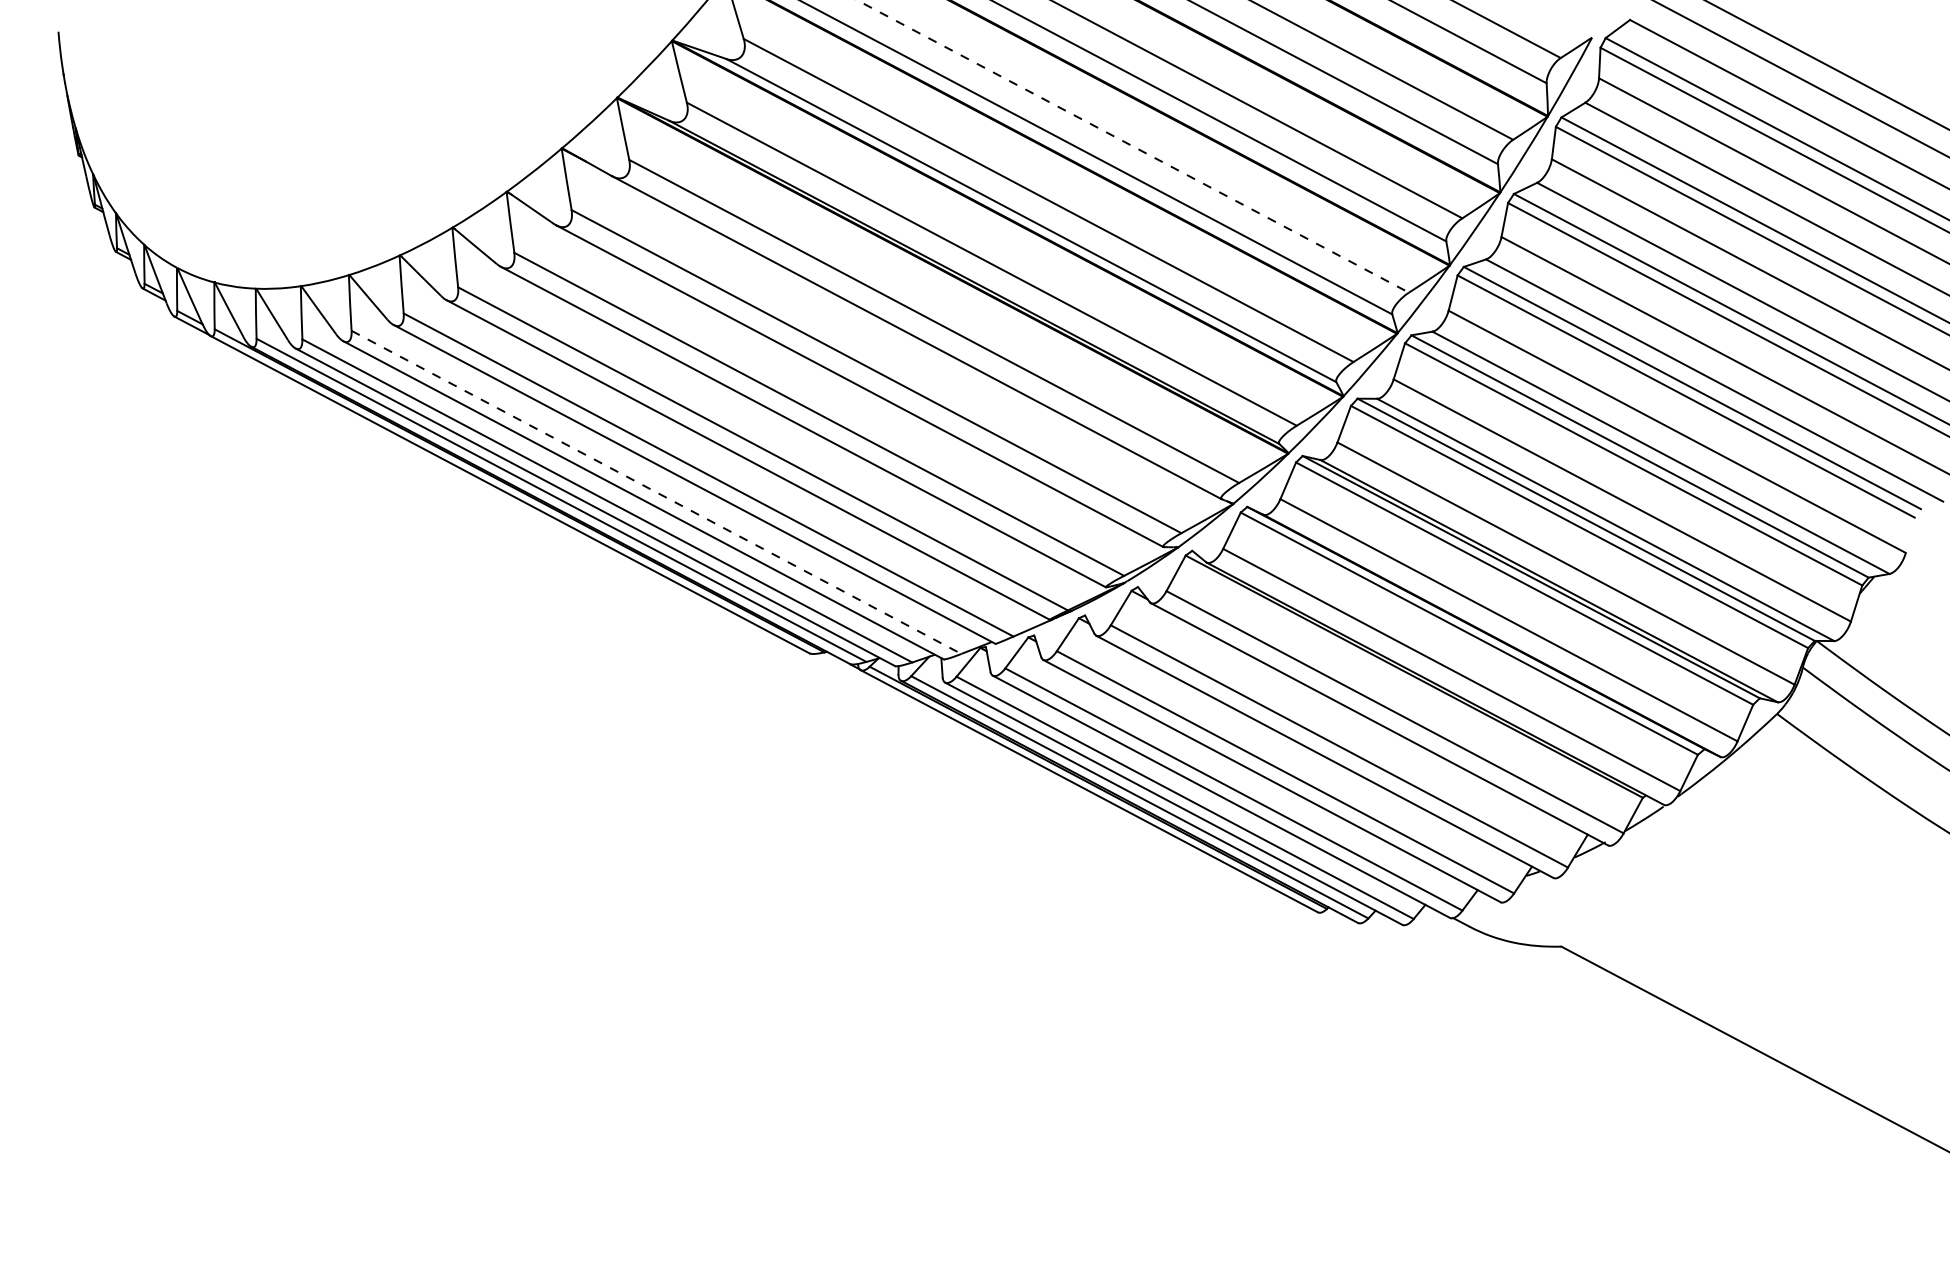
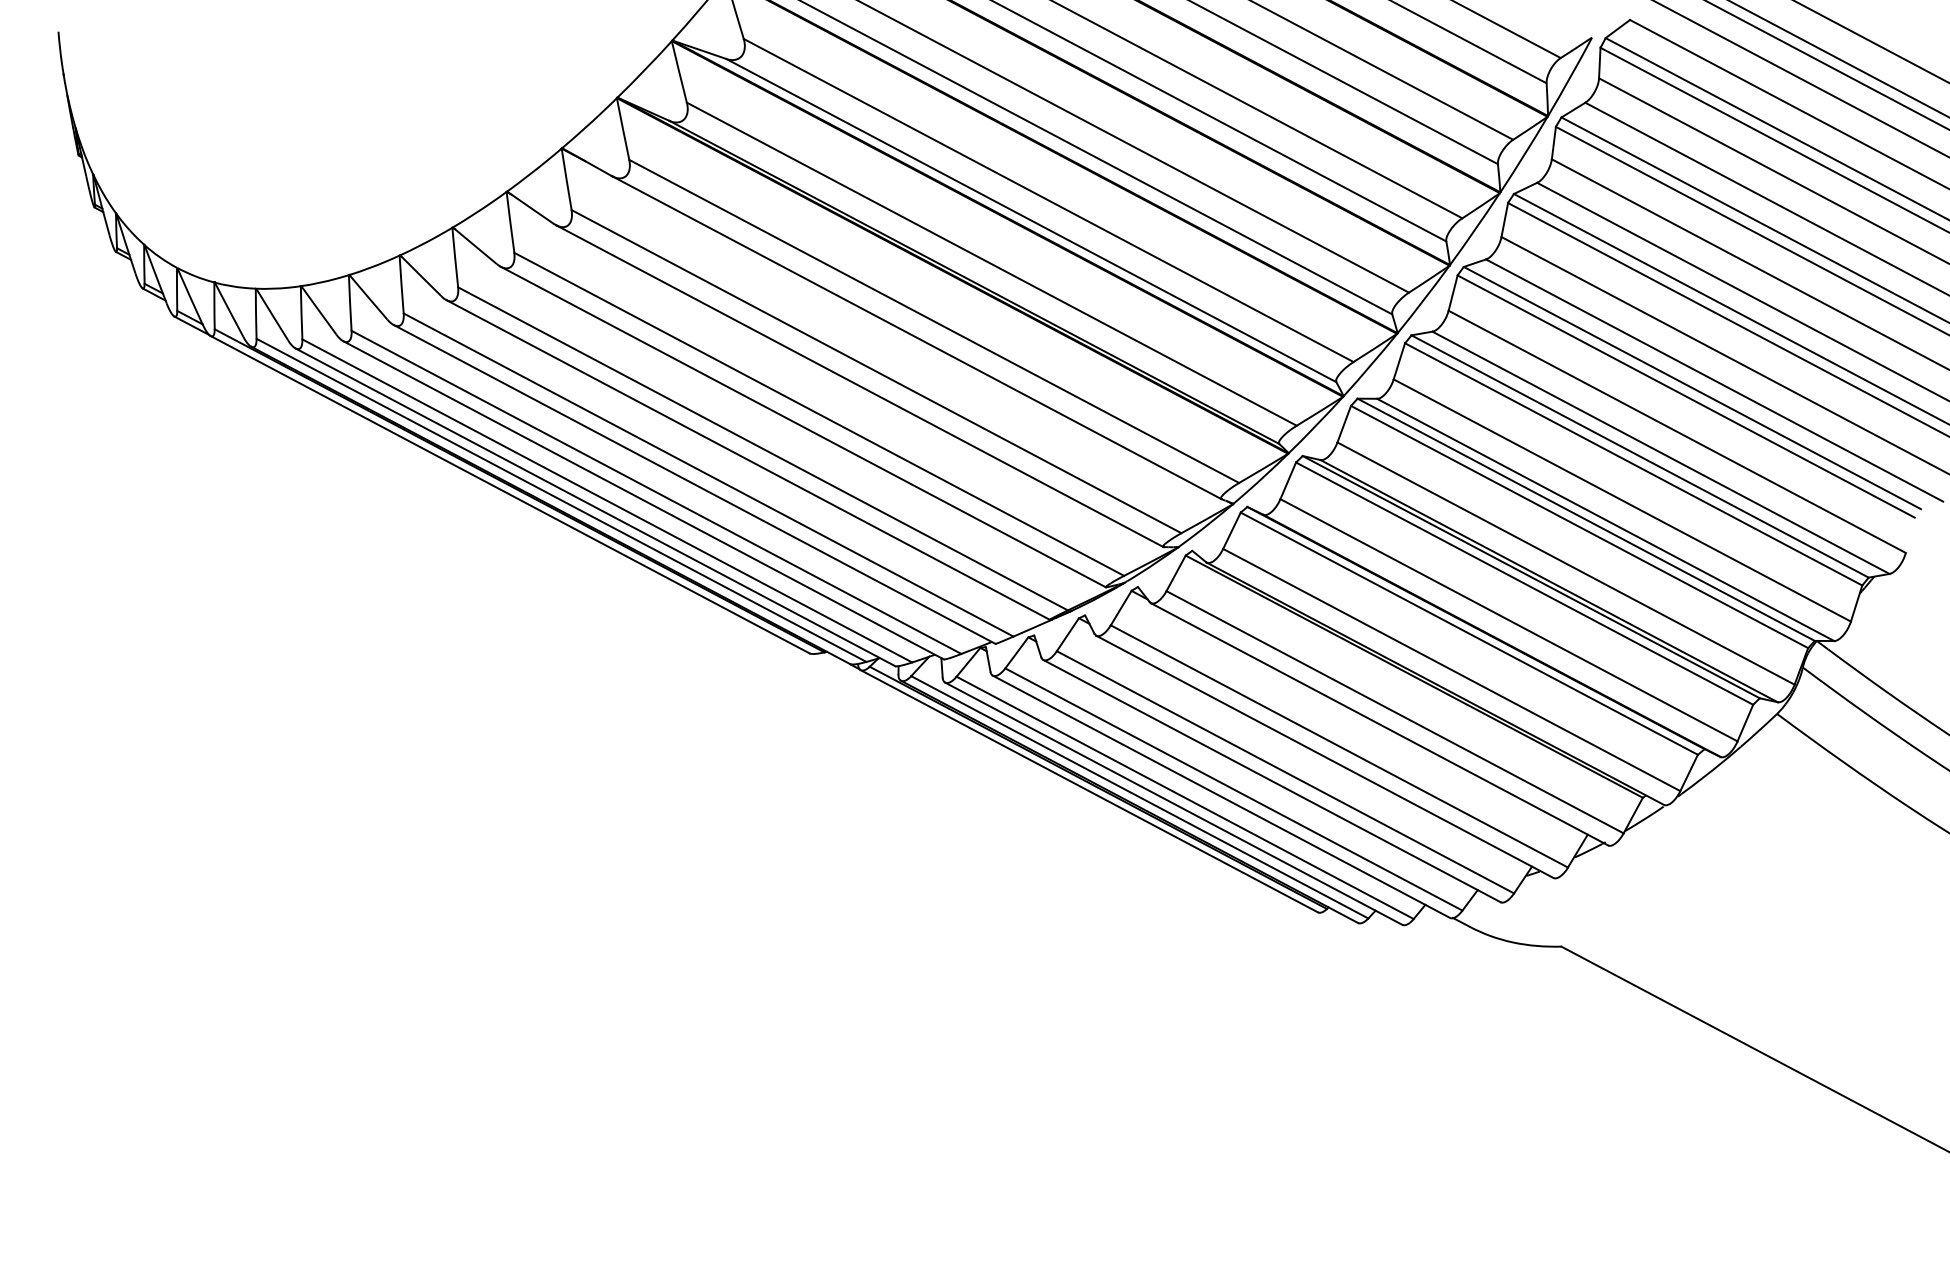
line at (1871, 41): none -> present
line at (1839, 59): none -> present
line at (1133, 146): dashed -> solid
line at (656, 492): dashed -> solid
